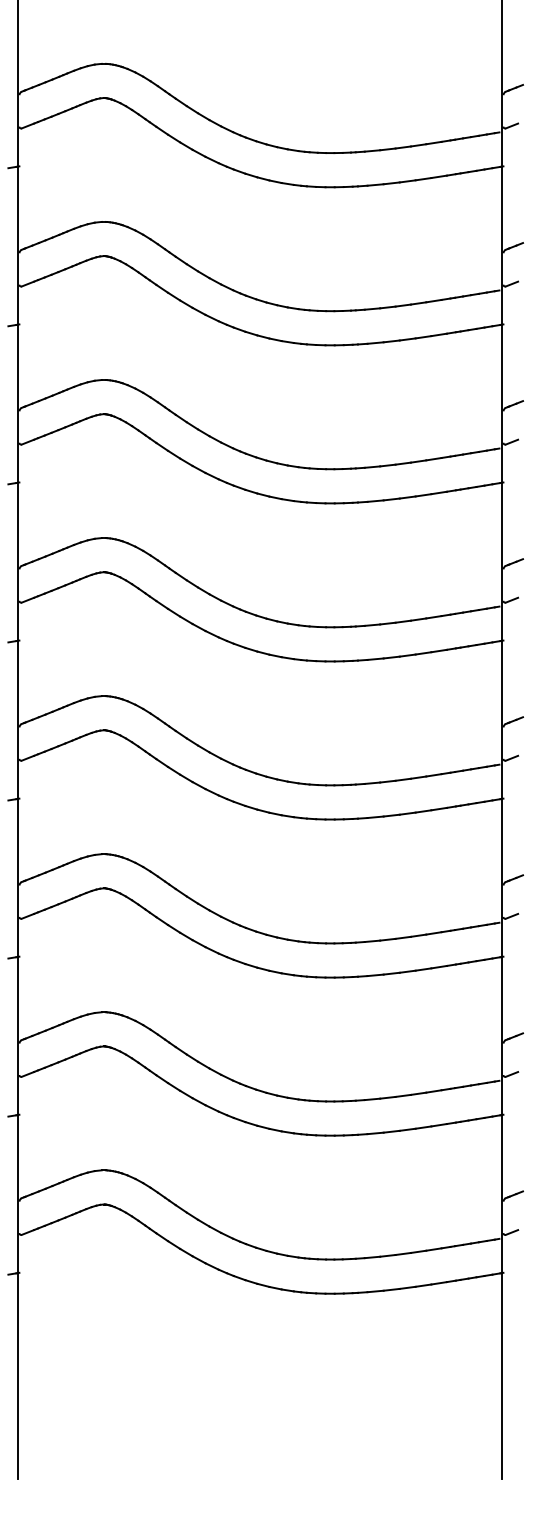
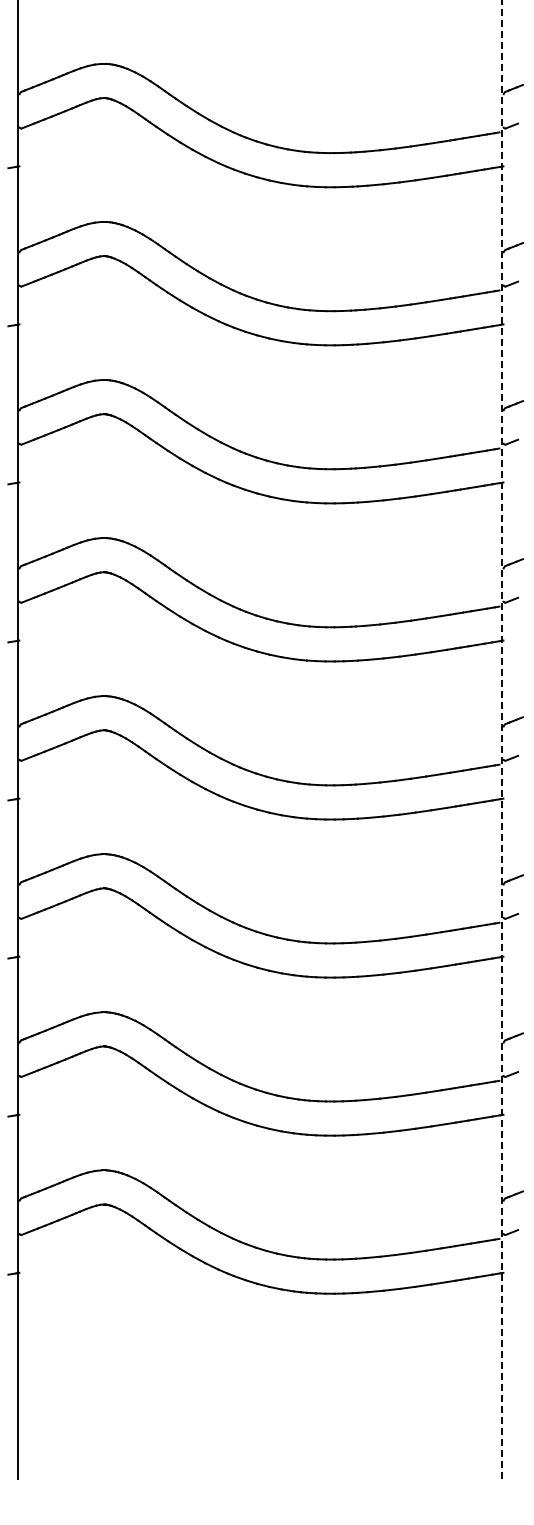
line at (502, 739): solid -> dashed
